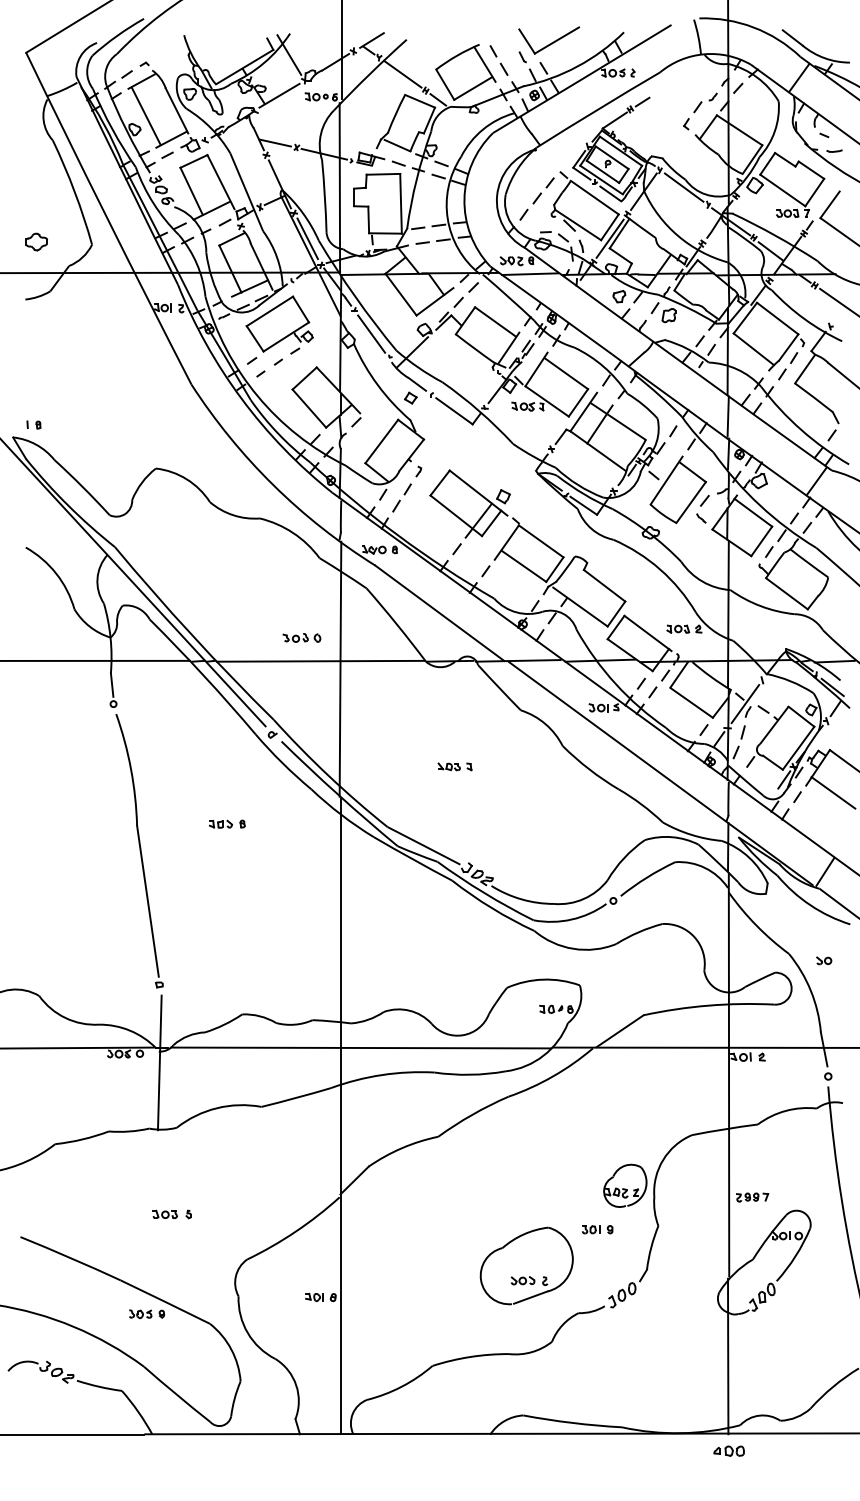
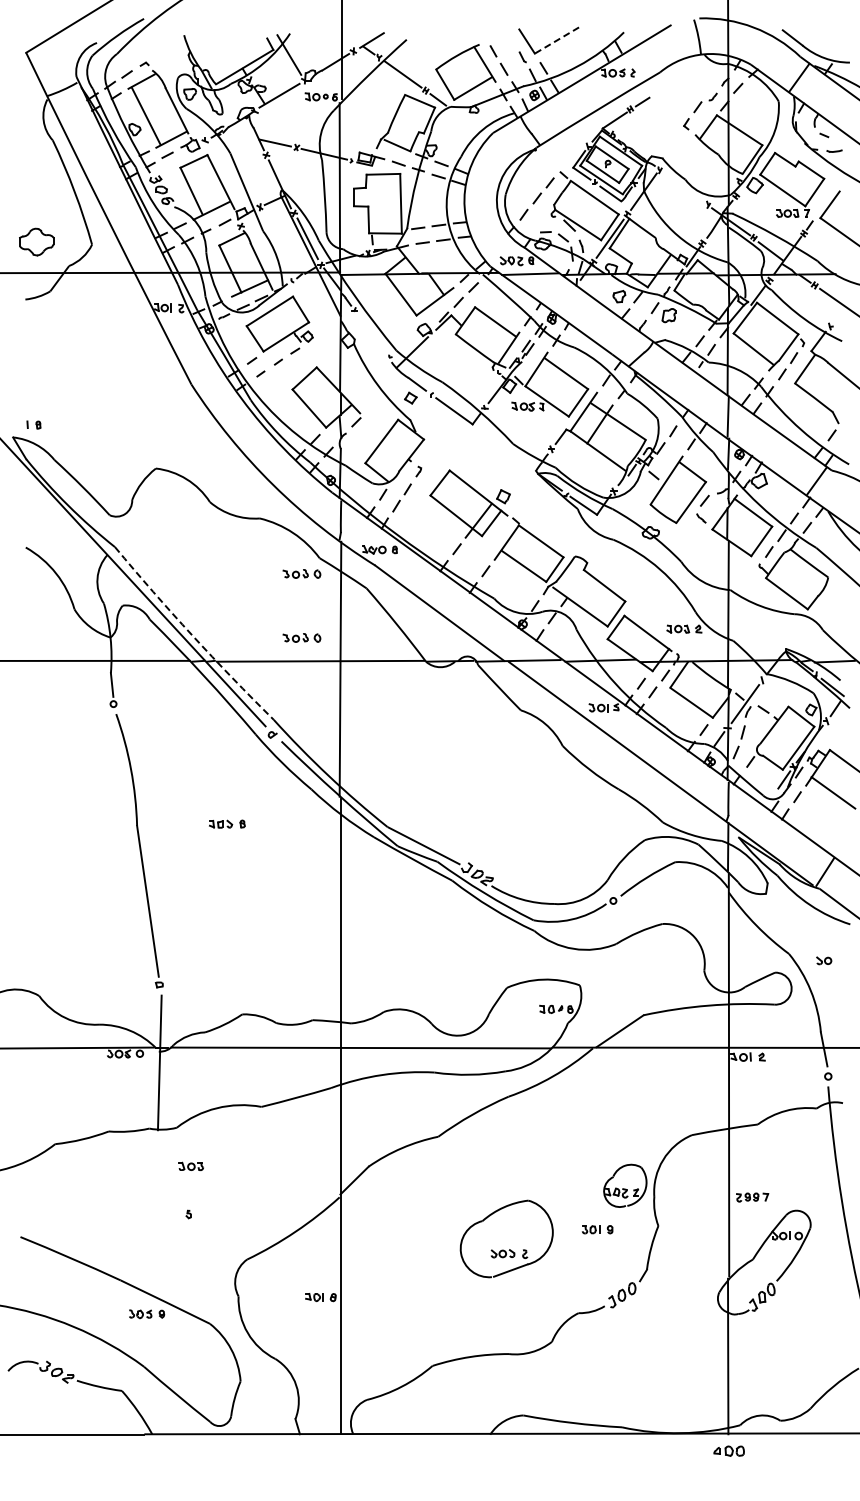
line at (556, 40): solid -> dashed
line at (683, 187): present -> none
part at (36, 241) size: 23x20 px -> 36x30 px
line at (371, 333): present -> none
part at (301, 573): none -> present
arc at (192, 635): solid -> dashed
part at (454, 766): present -> none
part at (164, 1213) position: (164, 1213) -> (190, 1165)
part at (523, 1276) position: (523, 1276) -> (503, 1249)
